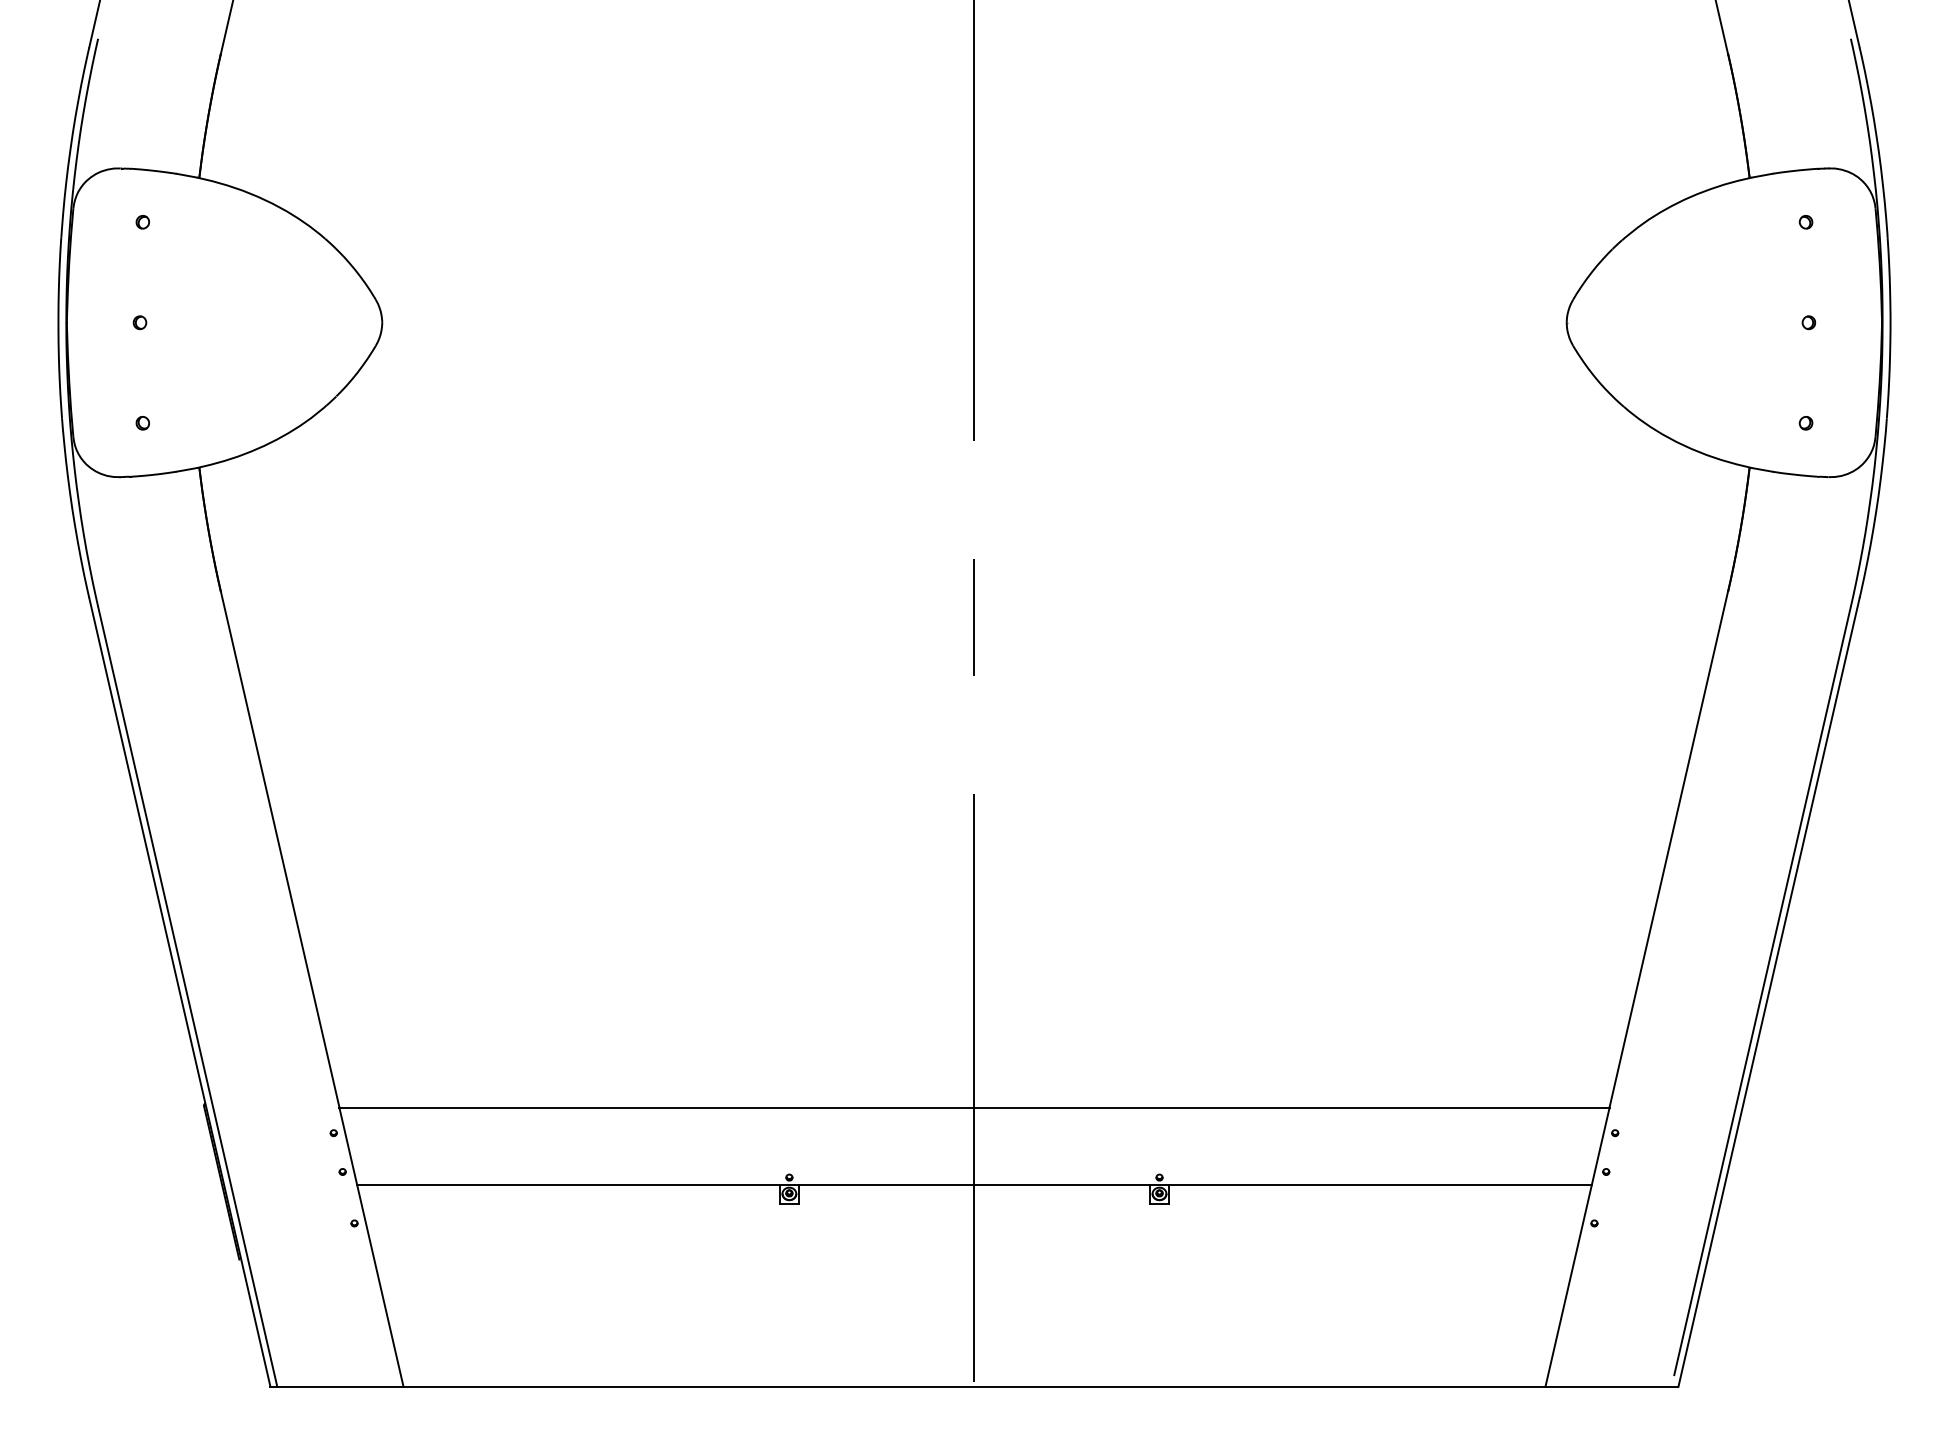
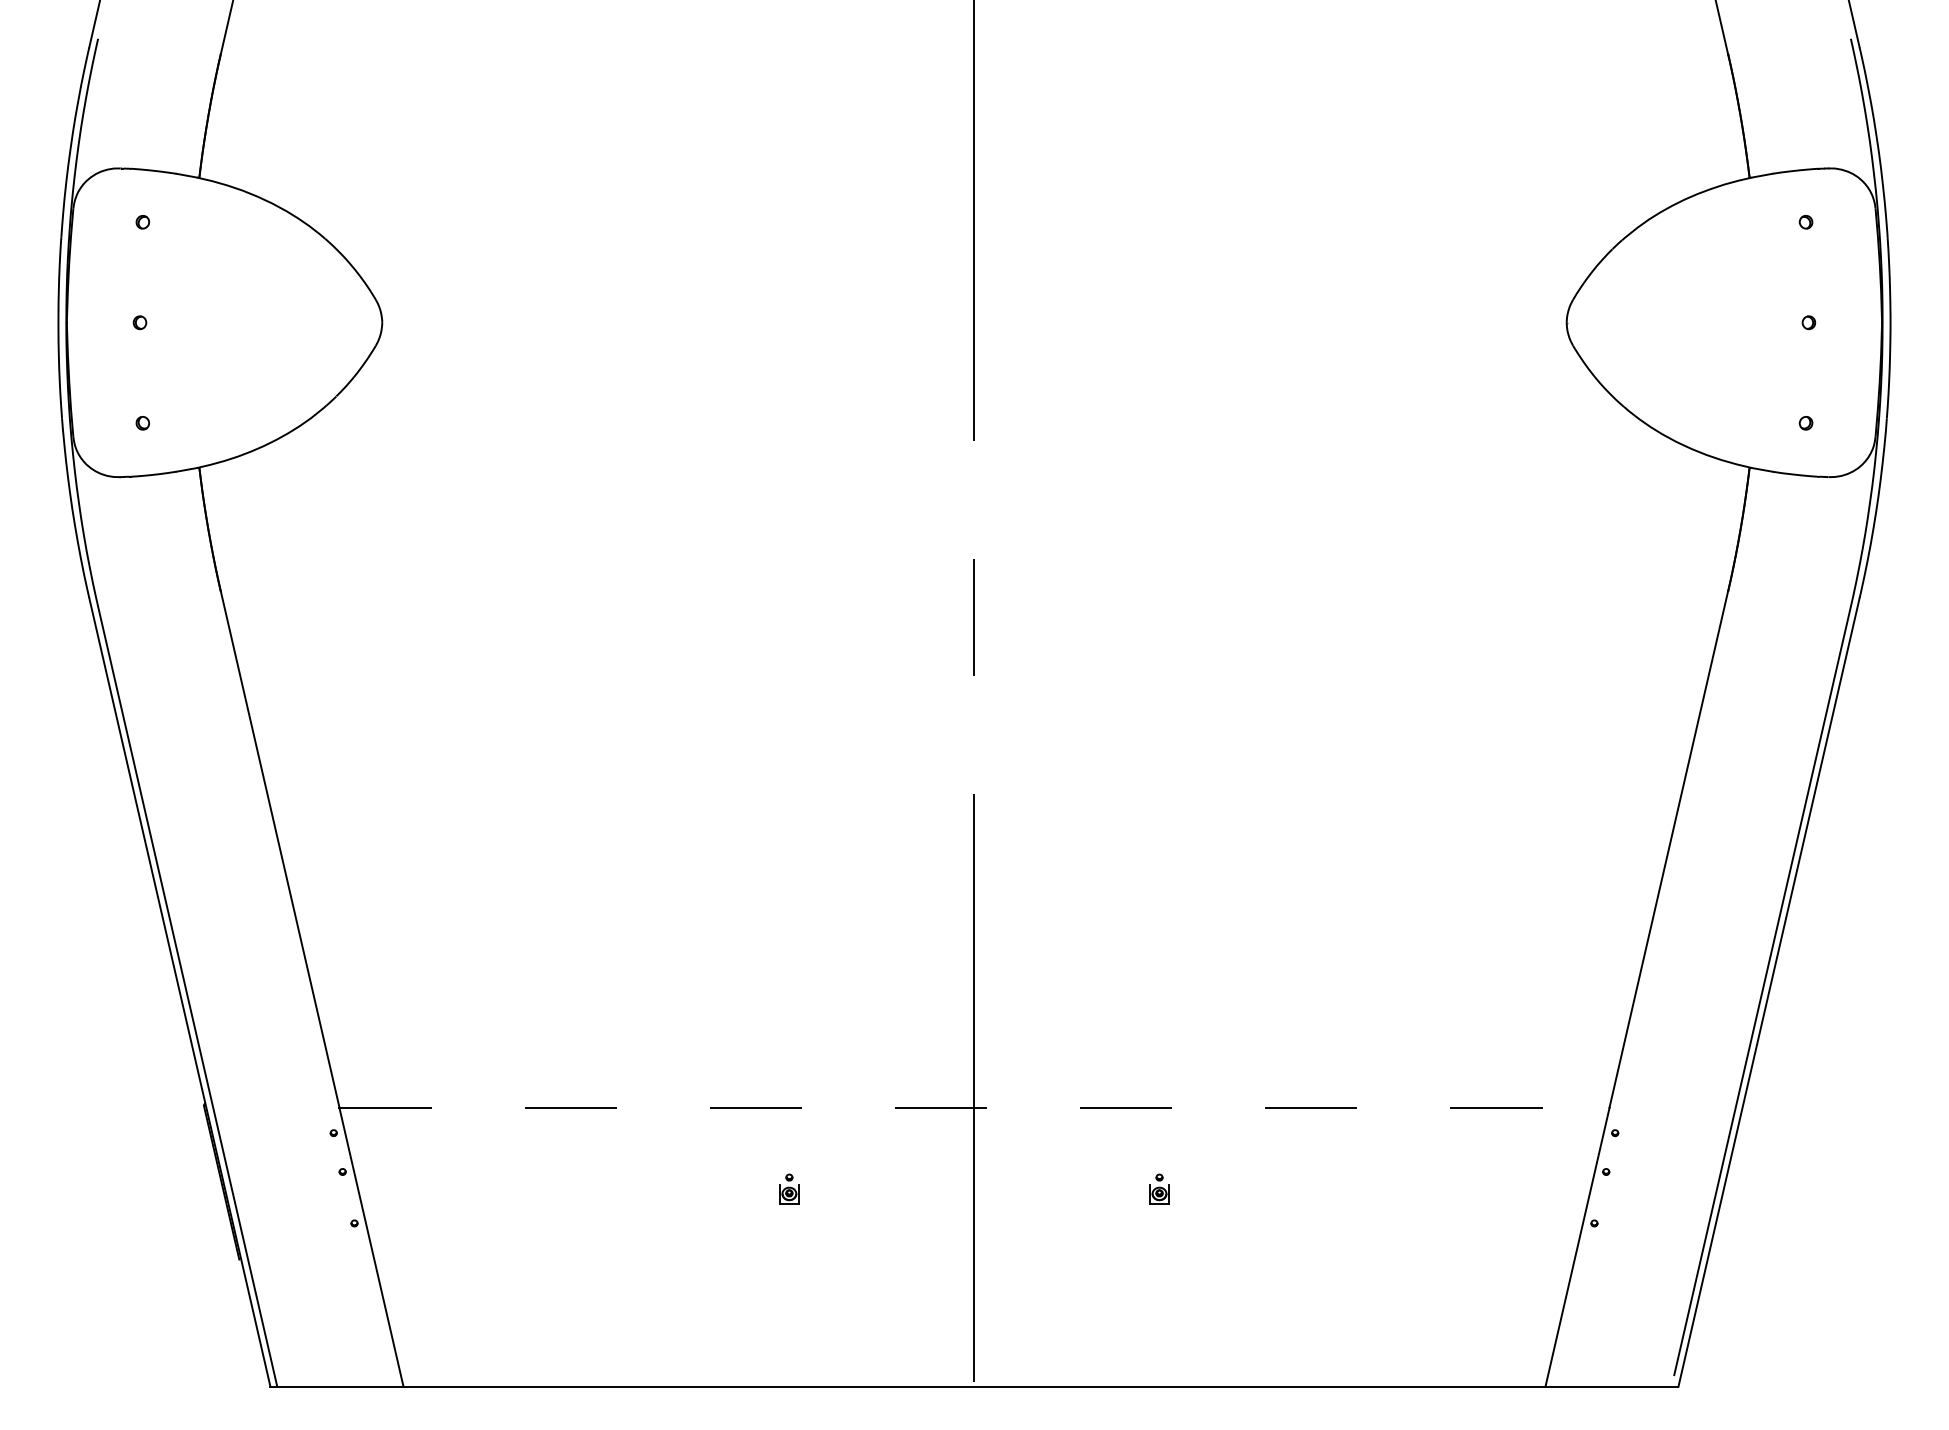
line at (975, 1107): solid -> dashed
line at (974, 1185): present -> none
